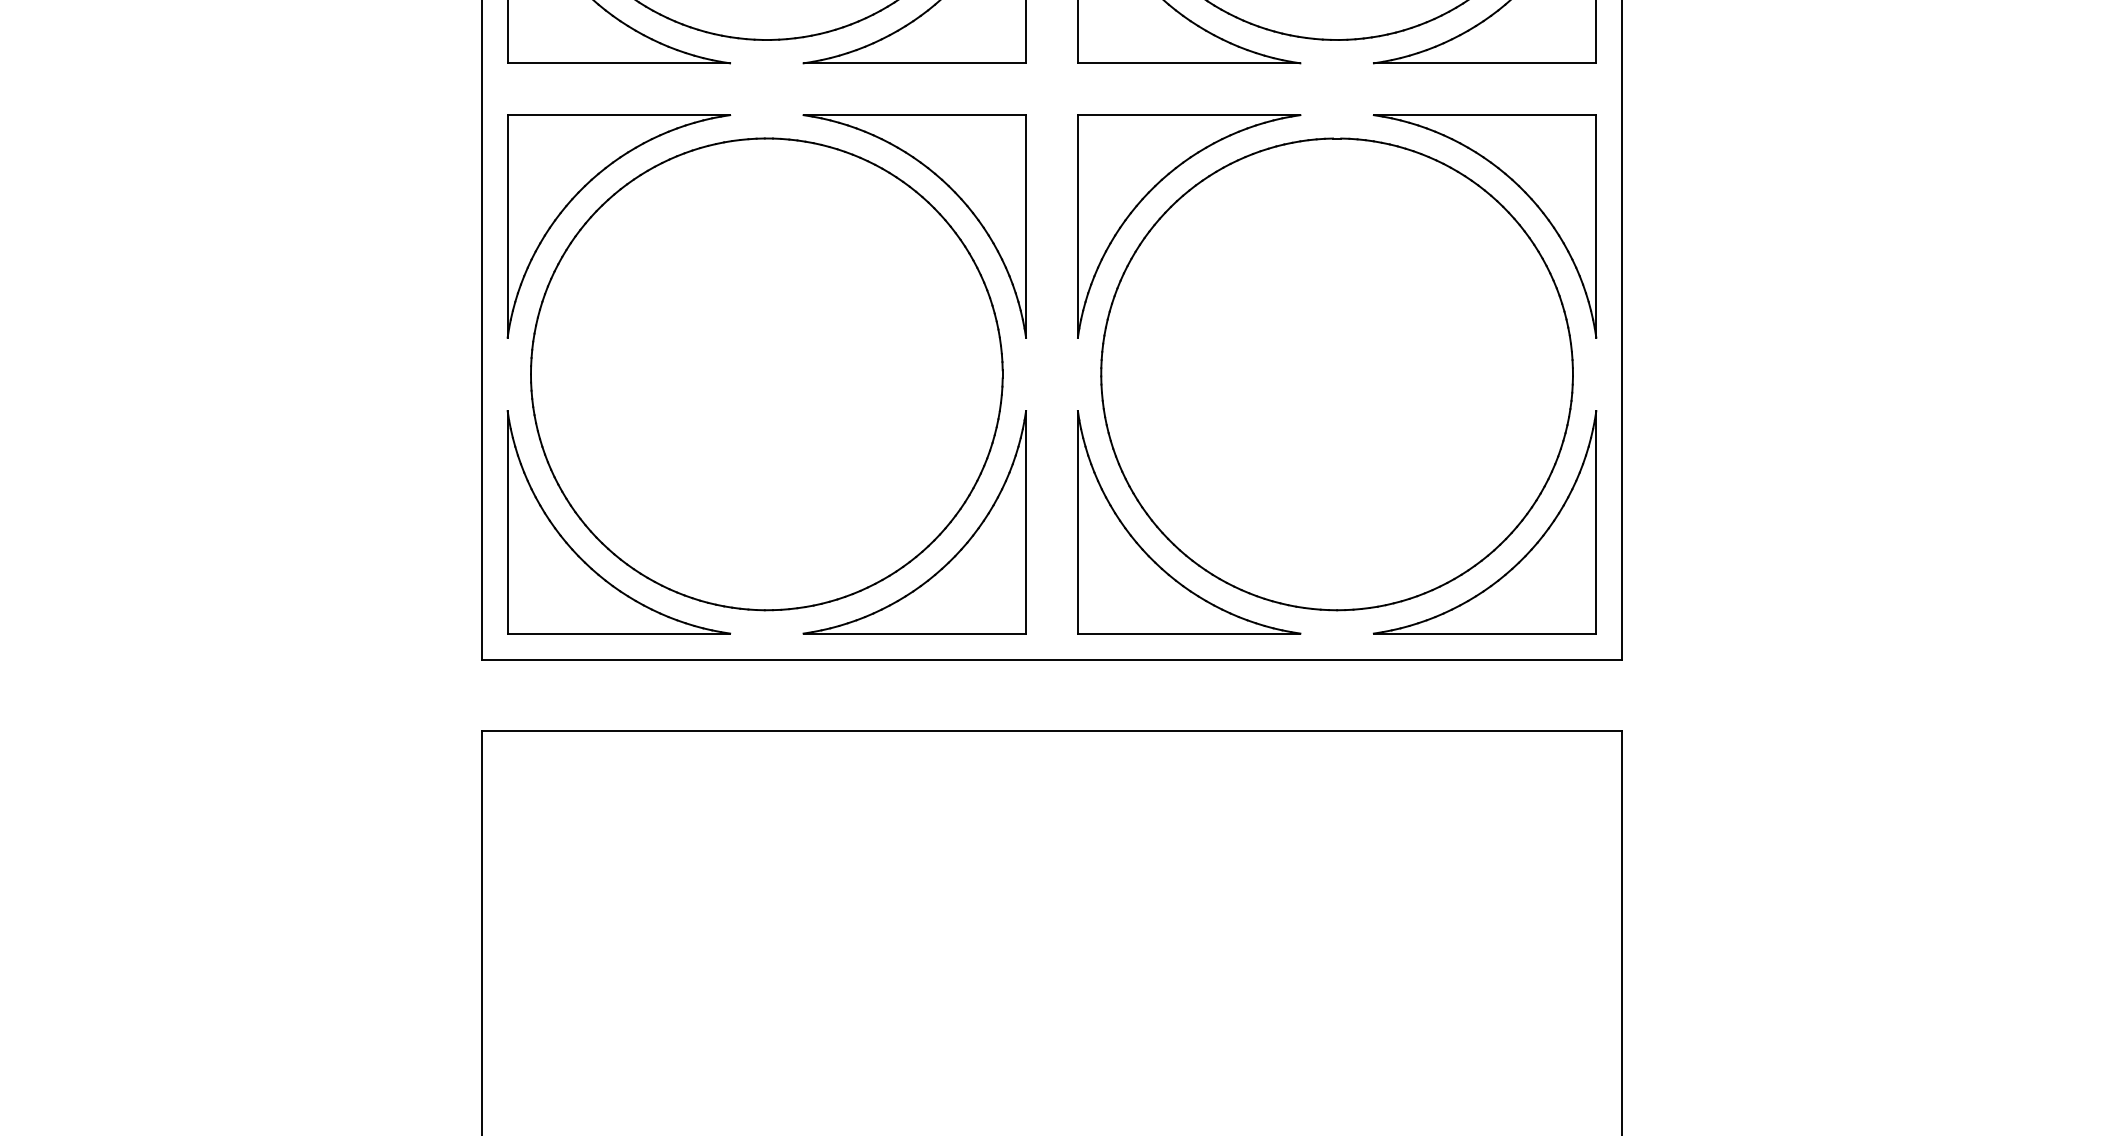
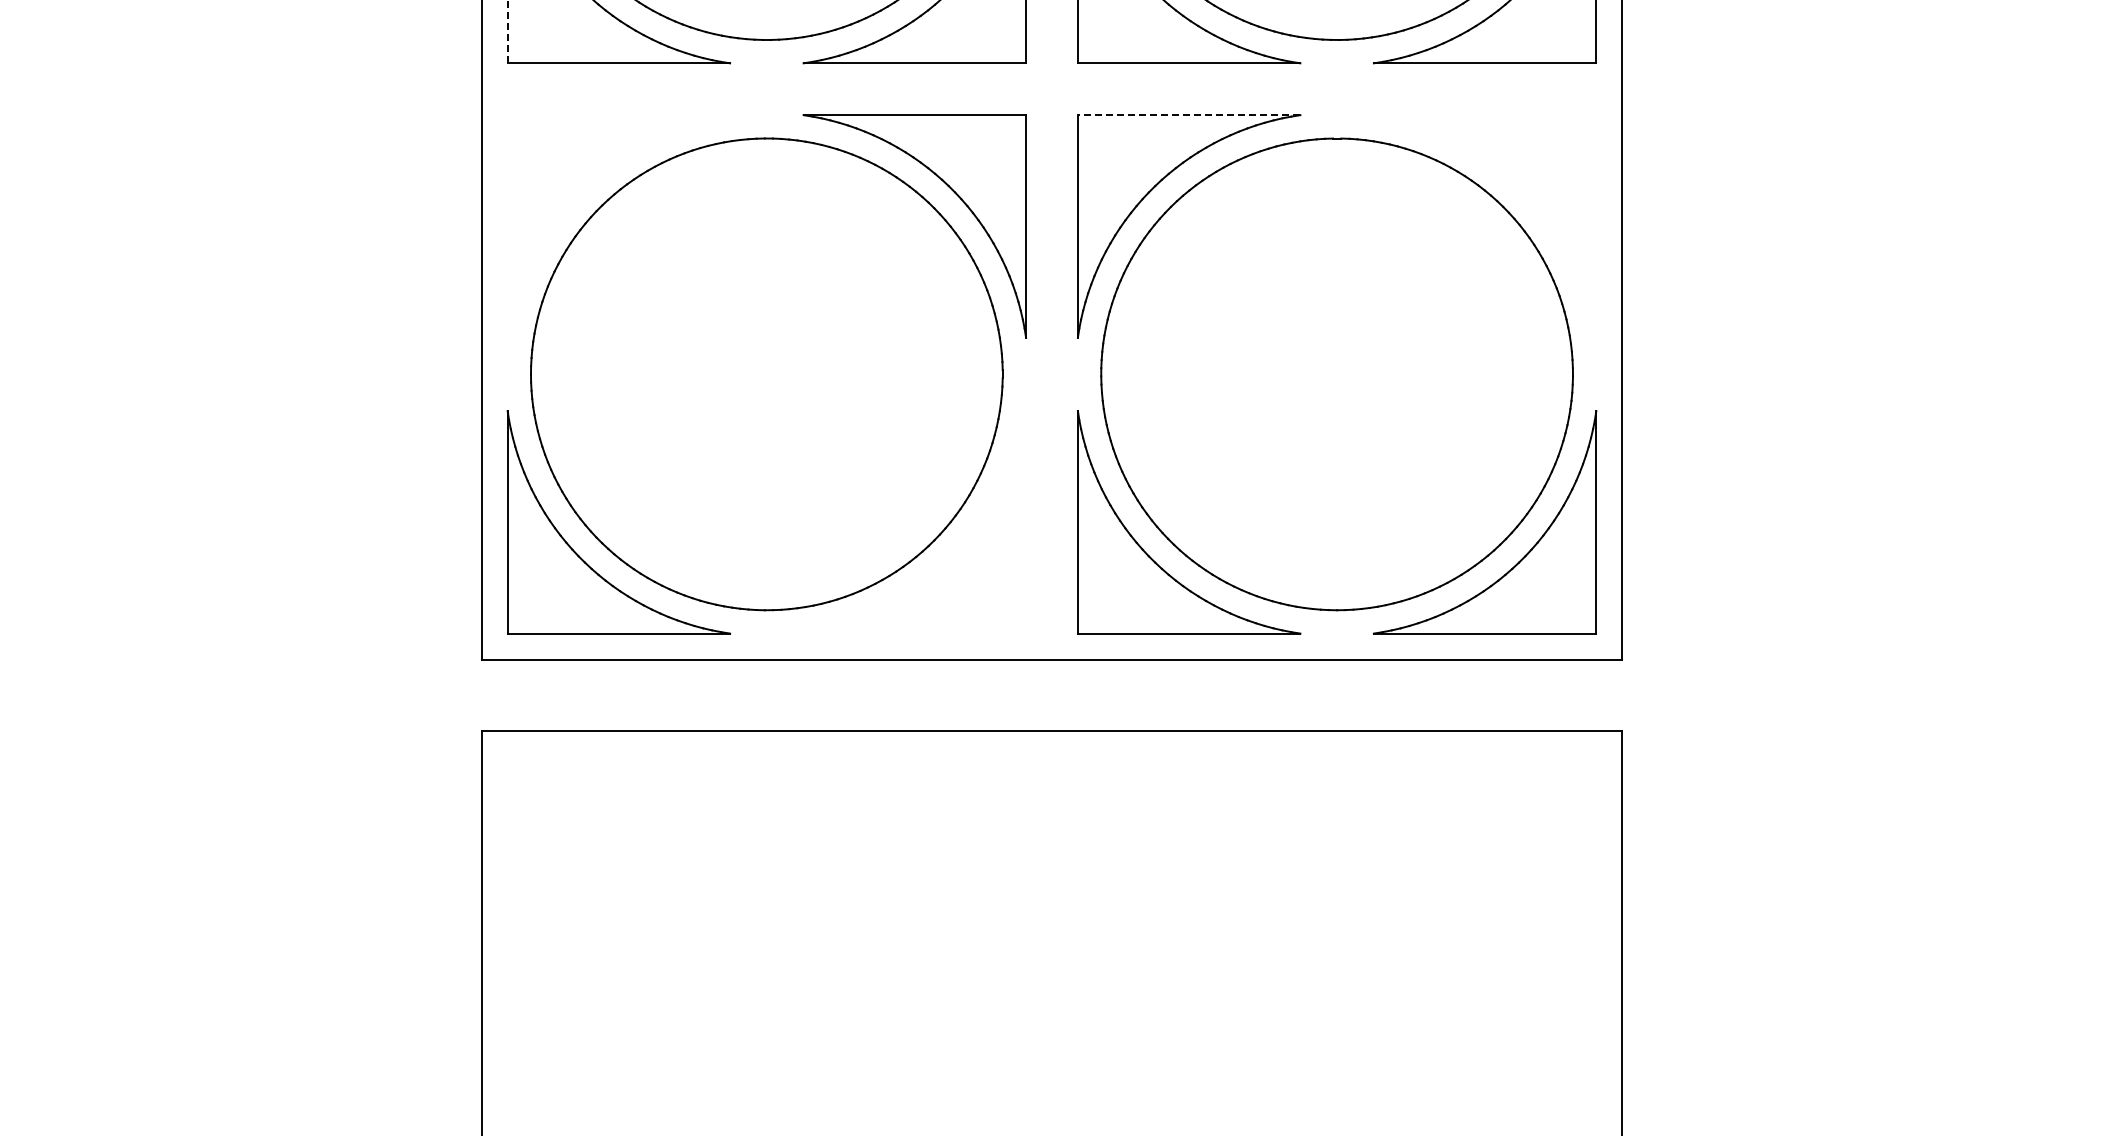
line at (507, 31): solid -> dashed
line at (1188, 115): solid -> dashed
part at (585, 187): present -> none
part at (1518, 187): present -> none
part at (951, 558): present -> none
